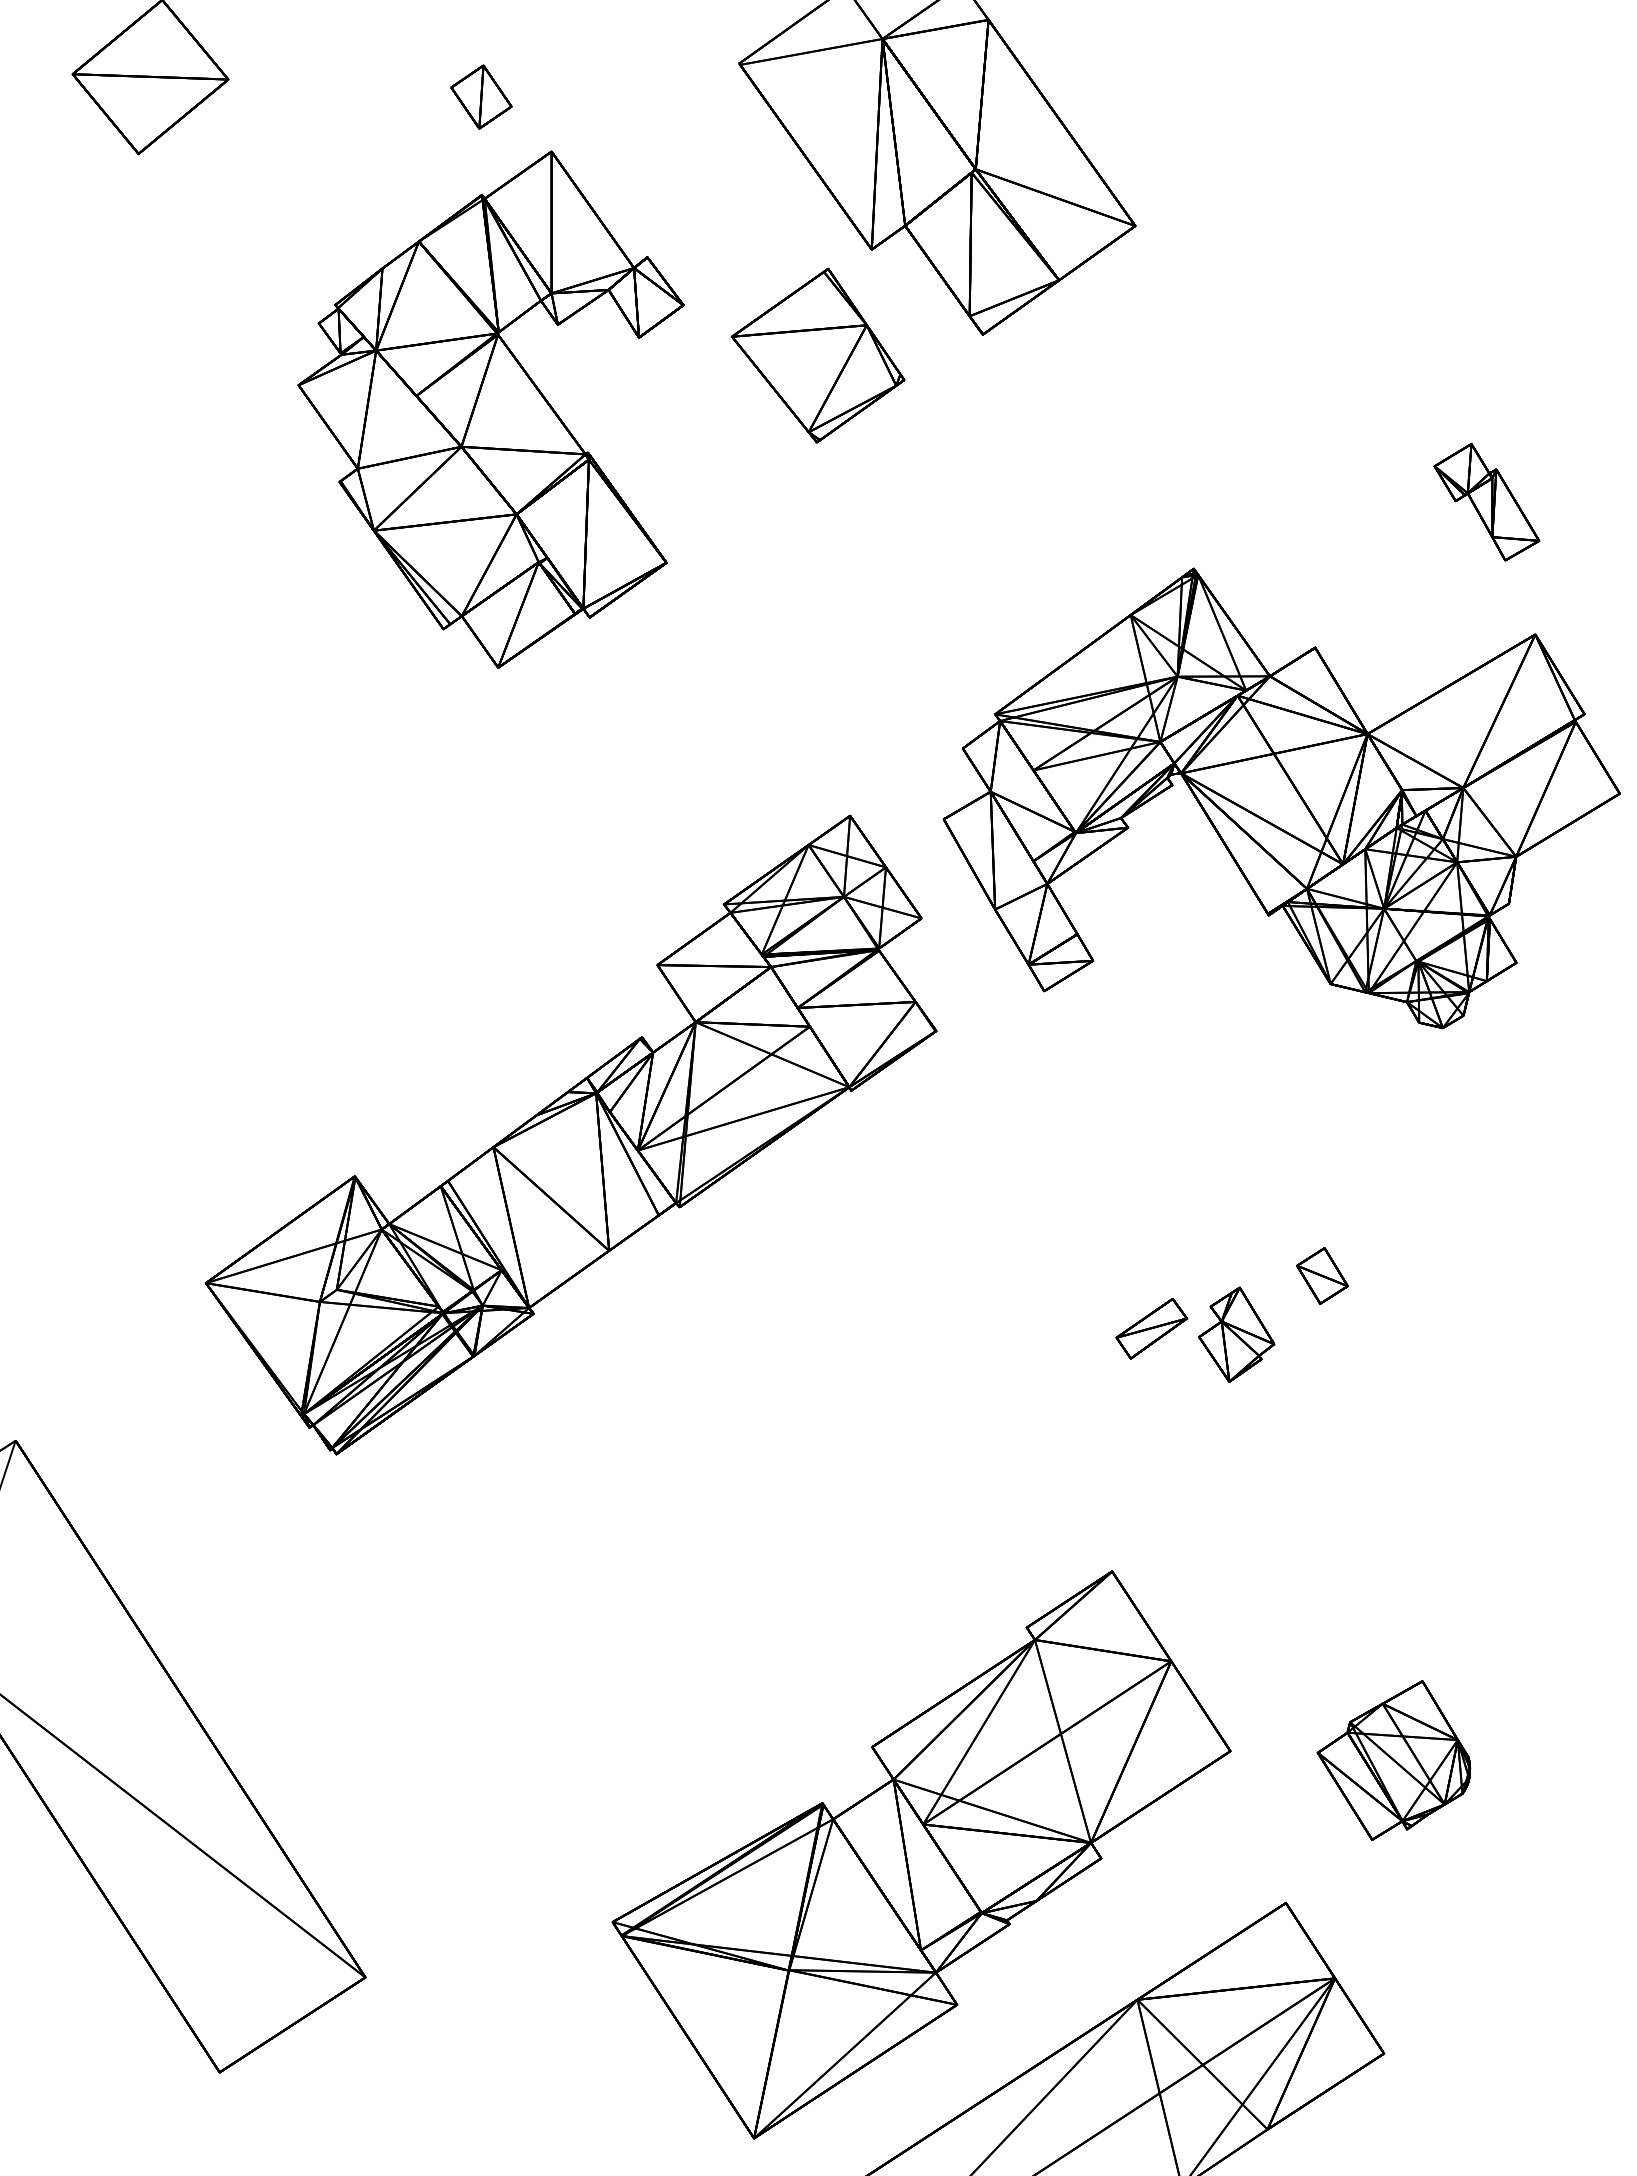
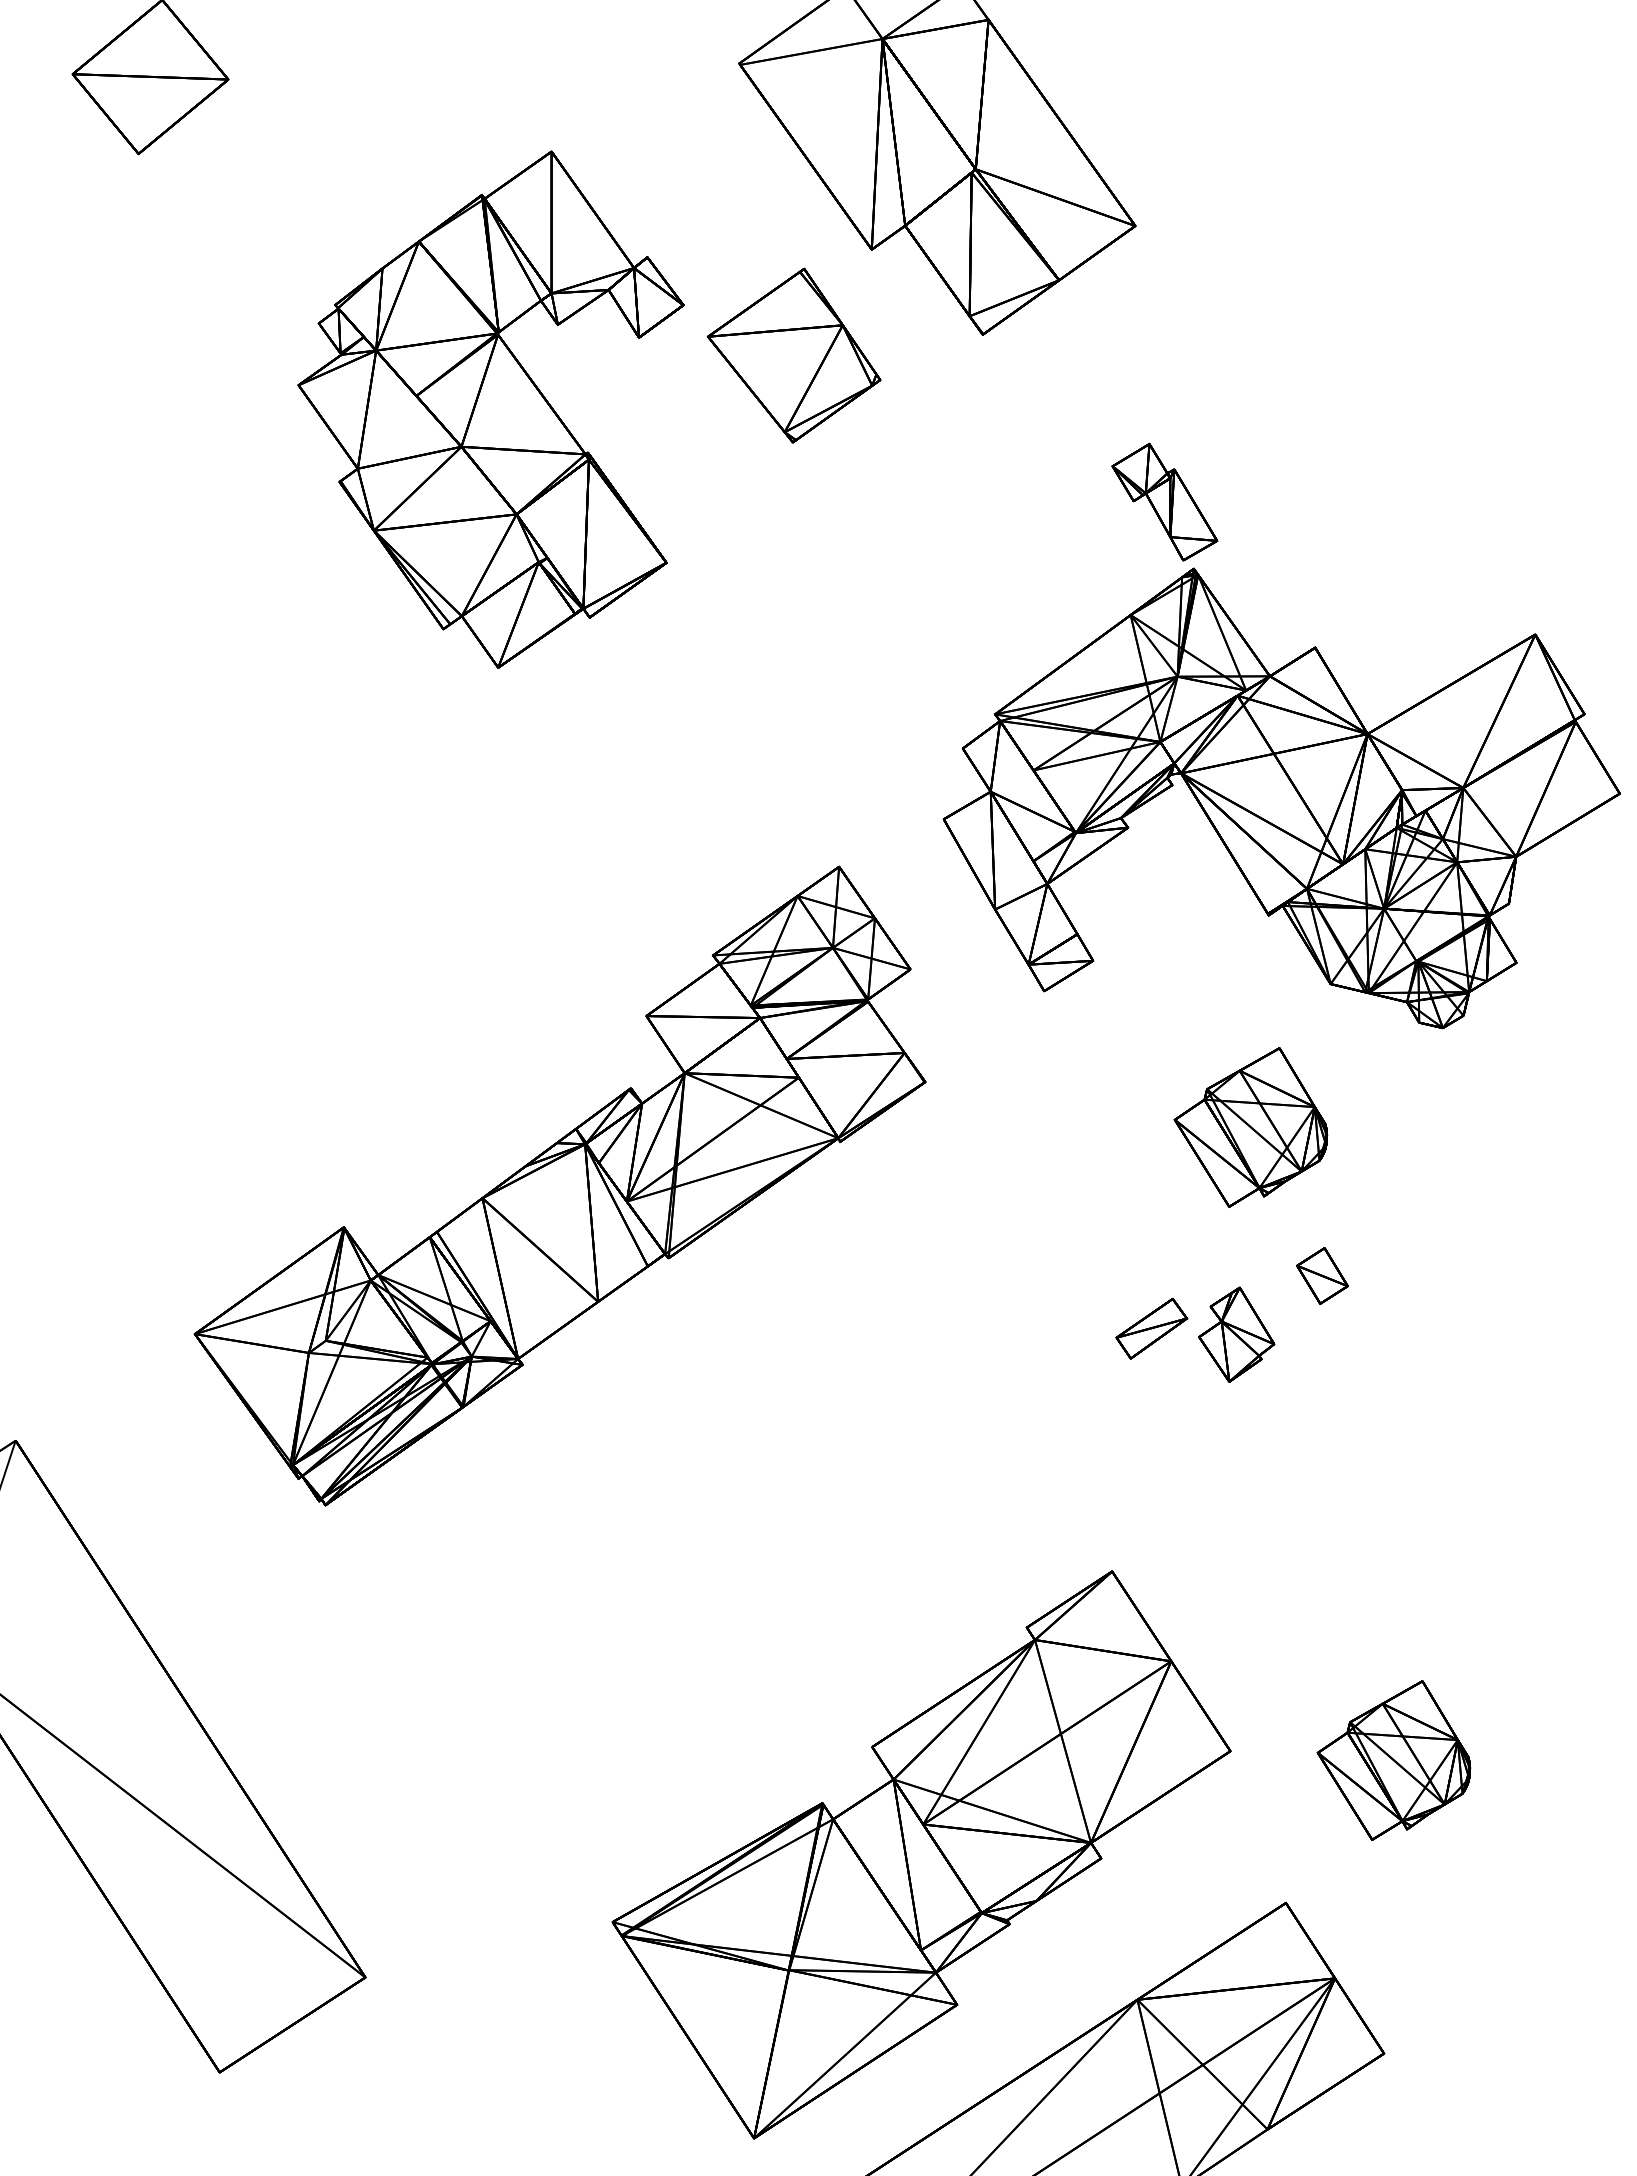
part at (481, 96): present -> none
part at (817, 355) position: (817, 355) -> (793, 355)
part at (1486, 501) position: (1486, 501) -> (1164, 501)
part at (1250, 1127): none -> present
part at (570, 1134) position: (570, 1134) -> (559, 1185)
